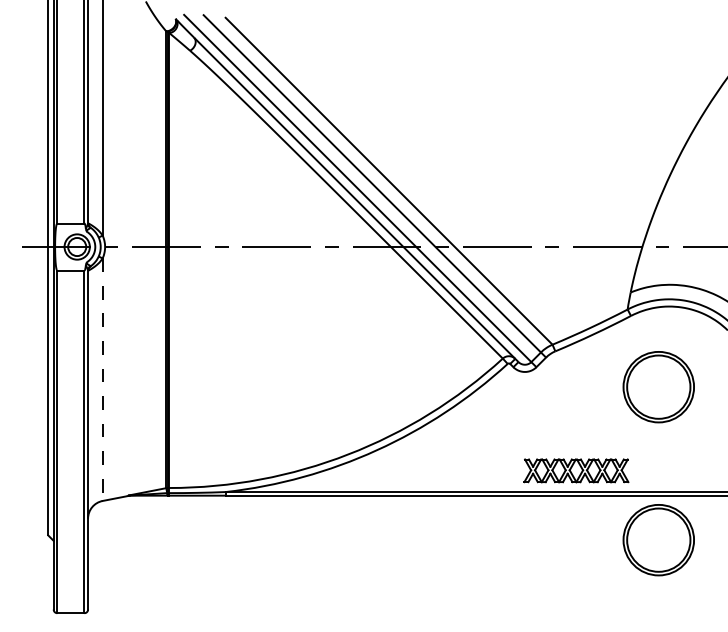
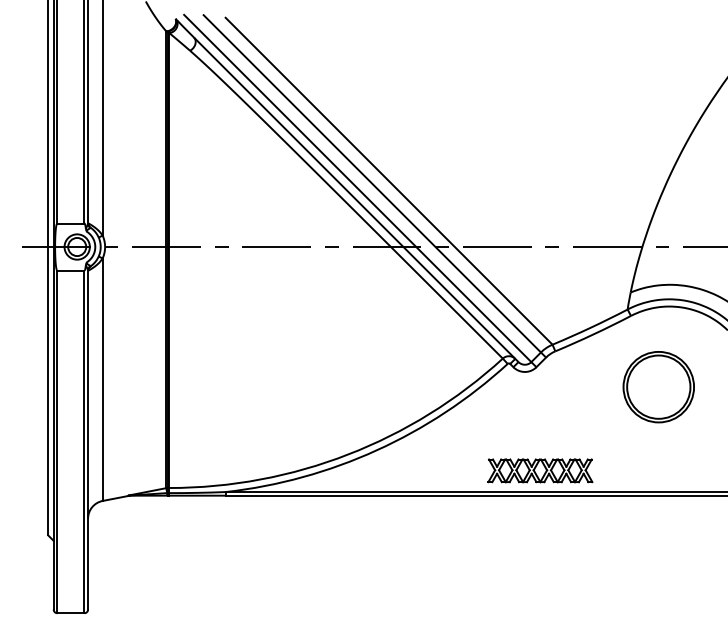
line at (102, 380): dashed -> solid
part at (576, 470) position: (576, 470) -> (540, 470)
part at (658, 540): present -> none
